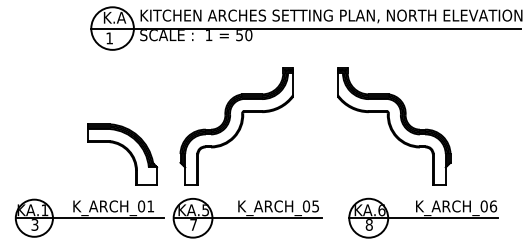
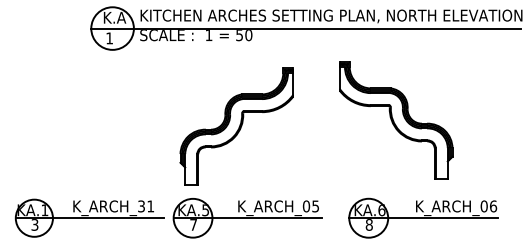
part at (394, 126) position: (394, 126) -> (396, 120)
part at (122, 154): present -> none
text at (141, 206): K_ARCH_01 -> K_ARCH_31
